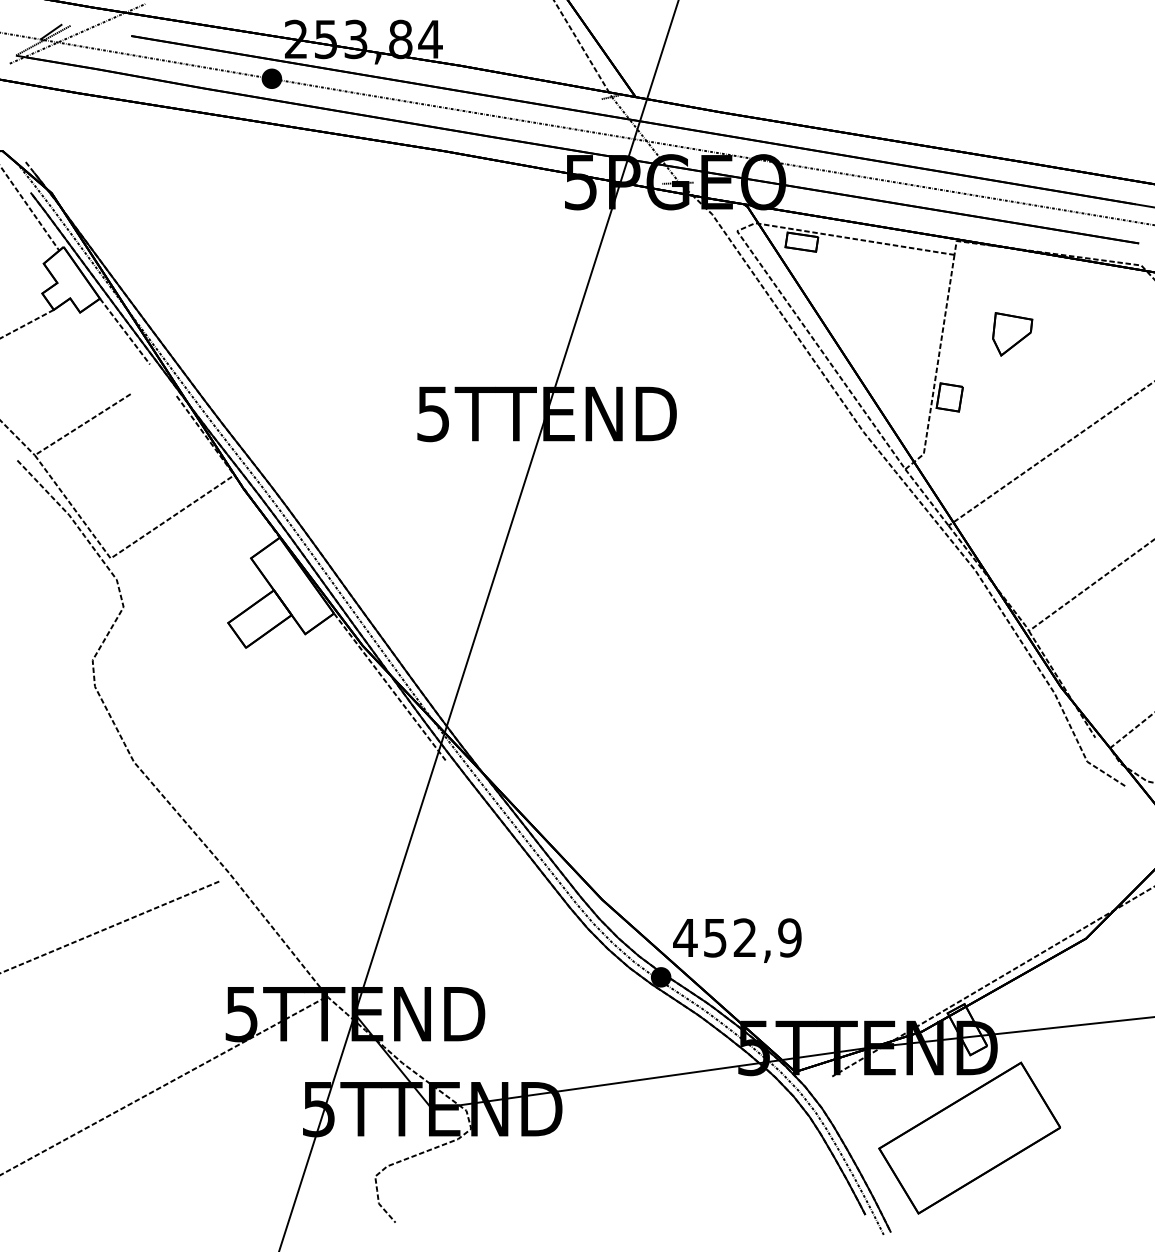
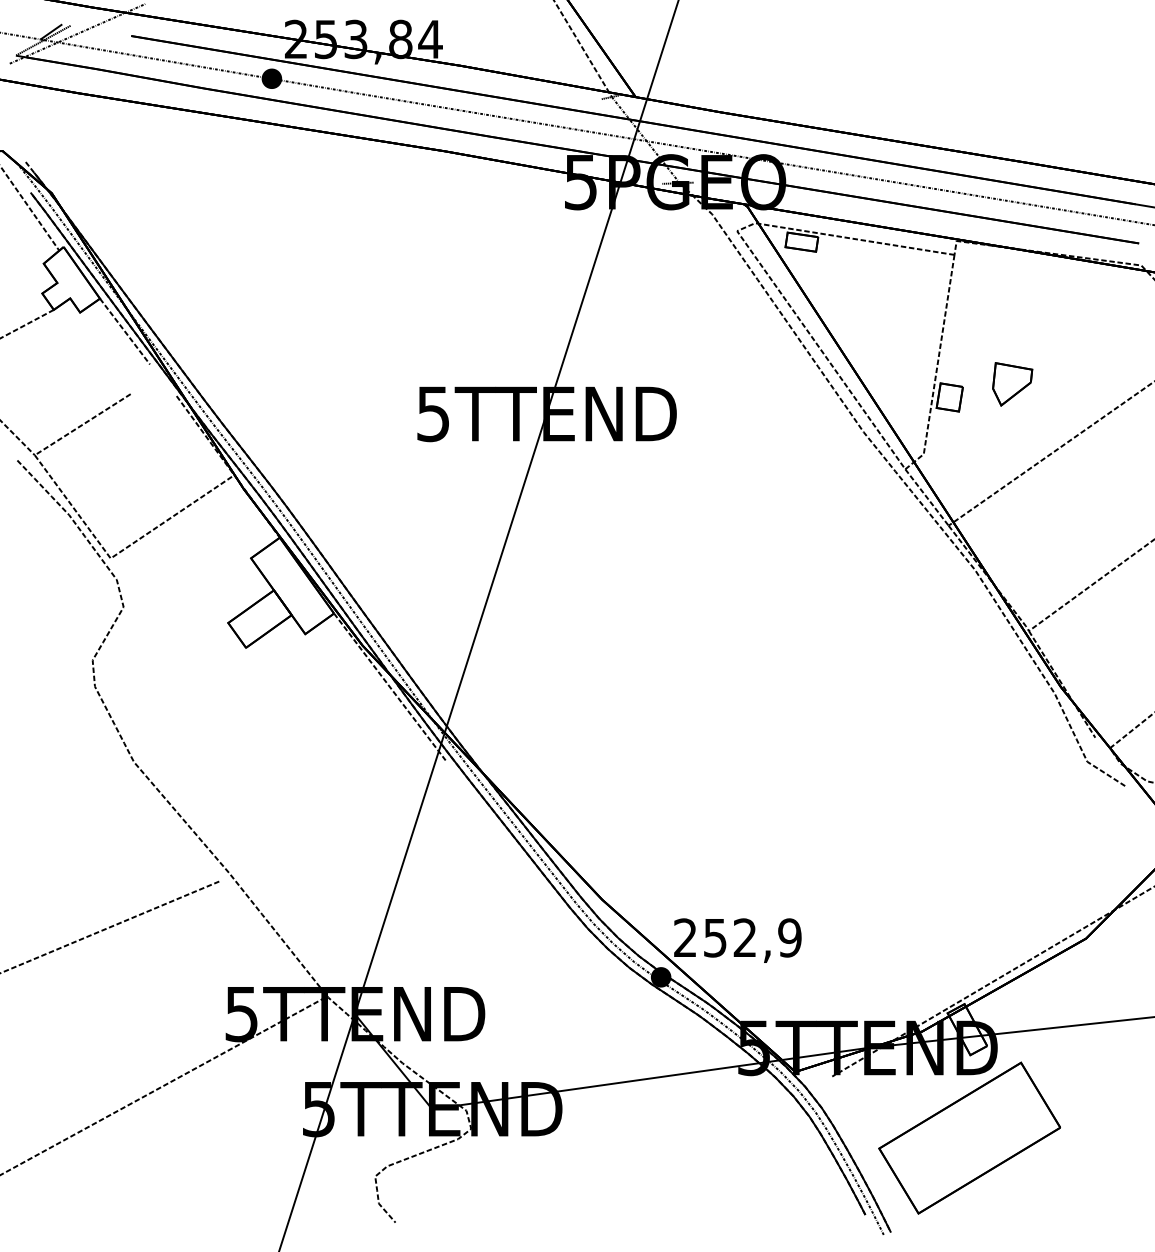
part at (1012, 334) position: (1012, 334) -> (1012, 384)
text at (685, 937): 452,9 -> 252,9
